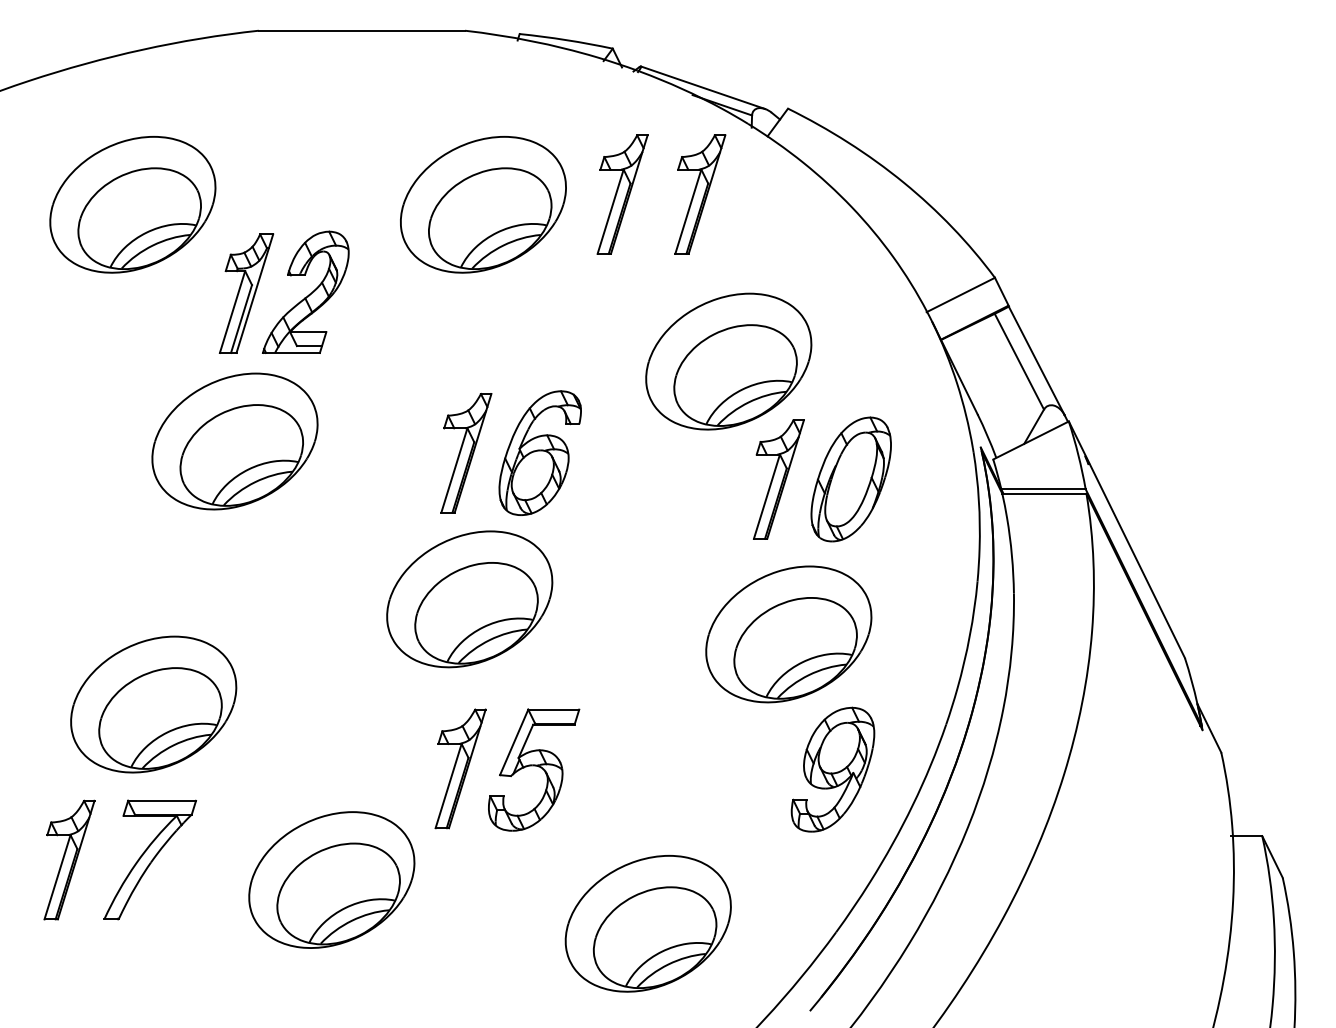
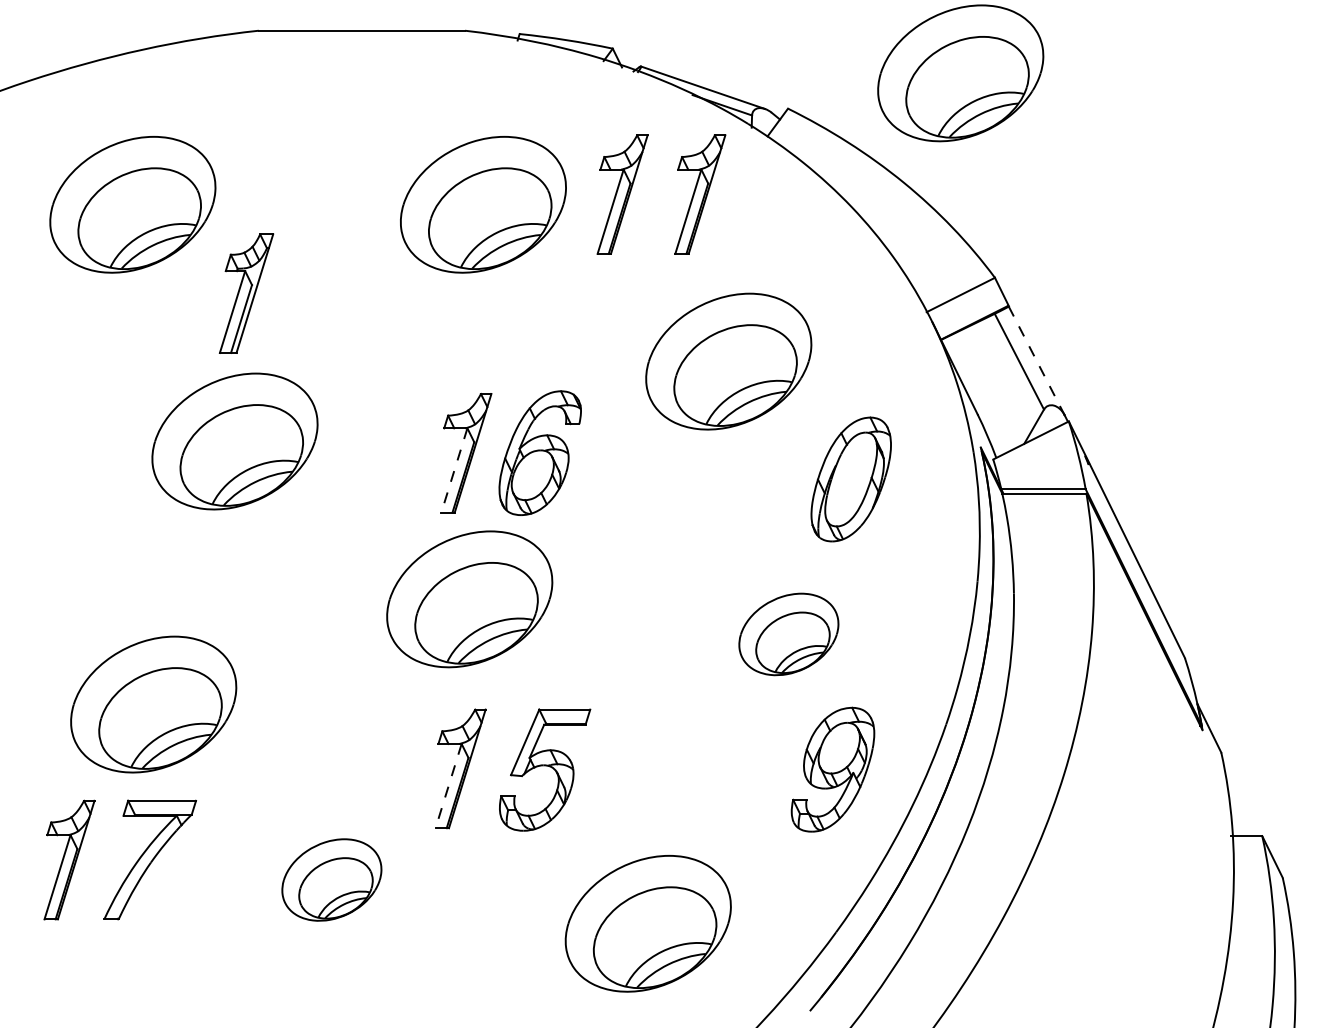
part at (960, 73): none -> present
part at (305, 291): present -> none
line at (1036, 361): solid -> dashed
line at (454, 470): solid -> dashed
part at (778, 479): present -> none
part at (788, 634) size: 168x139 px -> 102x85 px
part at (534, 769) position: (534, 769) -> (545, 769)
line at (448, 786): solid -> dashed
part at (331, 879) size: 168x138 px -> 102x84 px
